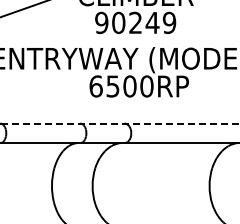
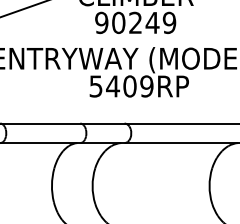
text at (121, 86): 6500RP -> 5409RP
line at (120, 123): dashed -> solid
